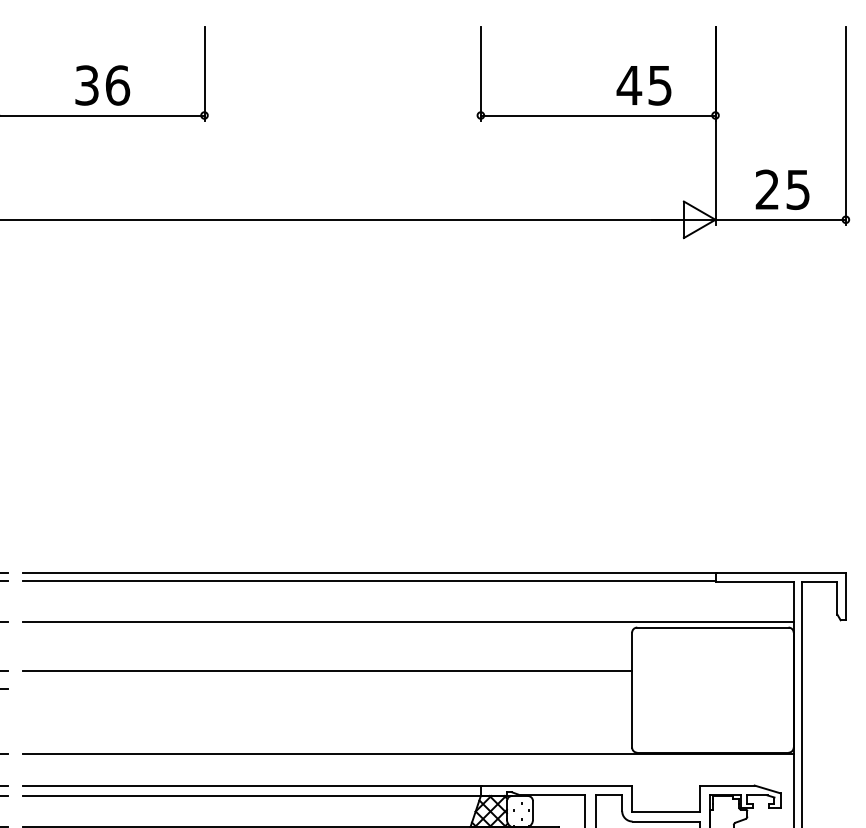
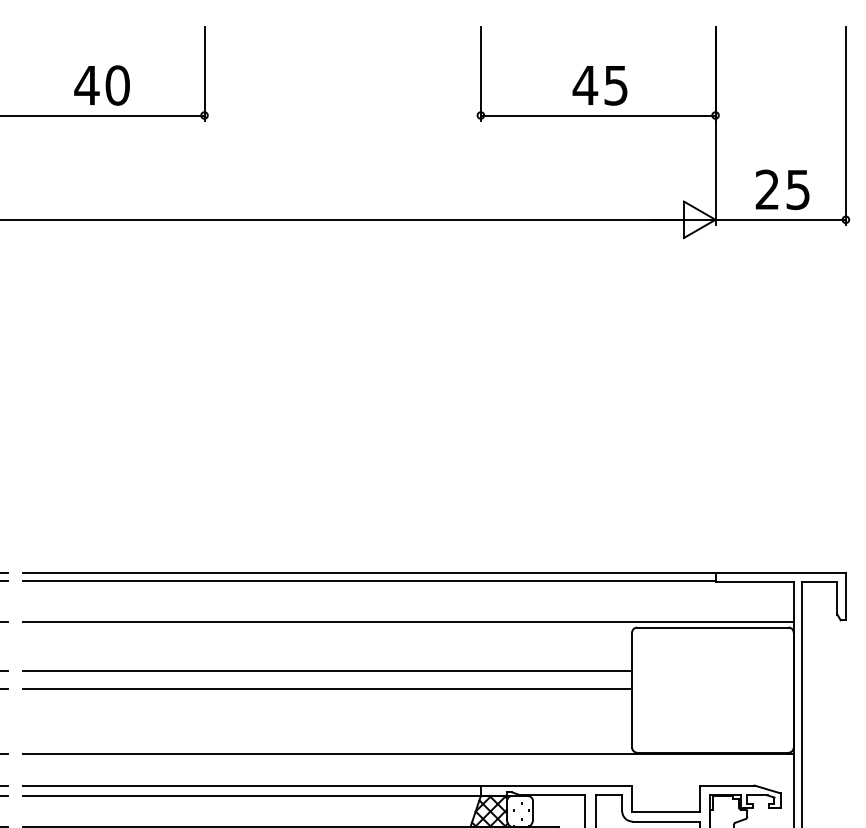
text at (102, 85): 36 -> 40
text at (643, 85) position: (643, 85) -> (599, 85)
line at (327, 689): none -> present
